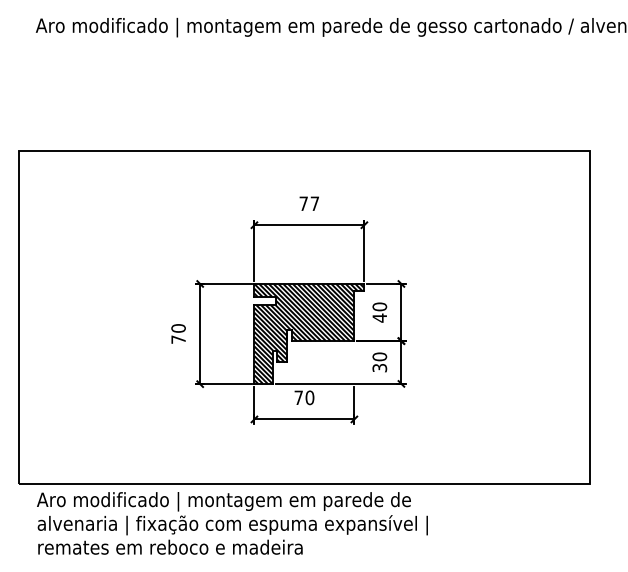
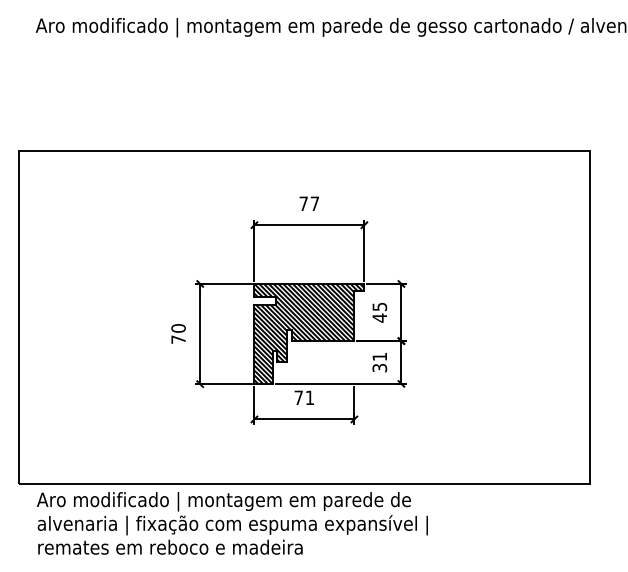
text at (379, 306): 40 -> 45
text at (379, 356): 30 -> 31
text at (309, 397): 70 -> 71
